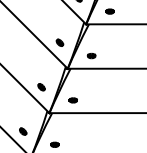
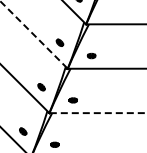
part at (109, 11): present -> none
line at (33, 34): solid -> dashed
line at (98, 113): solid -> dashed
